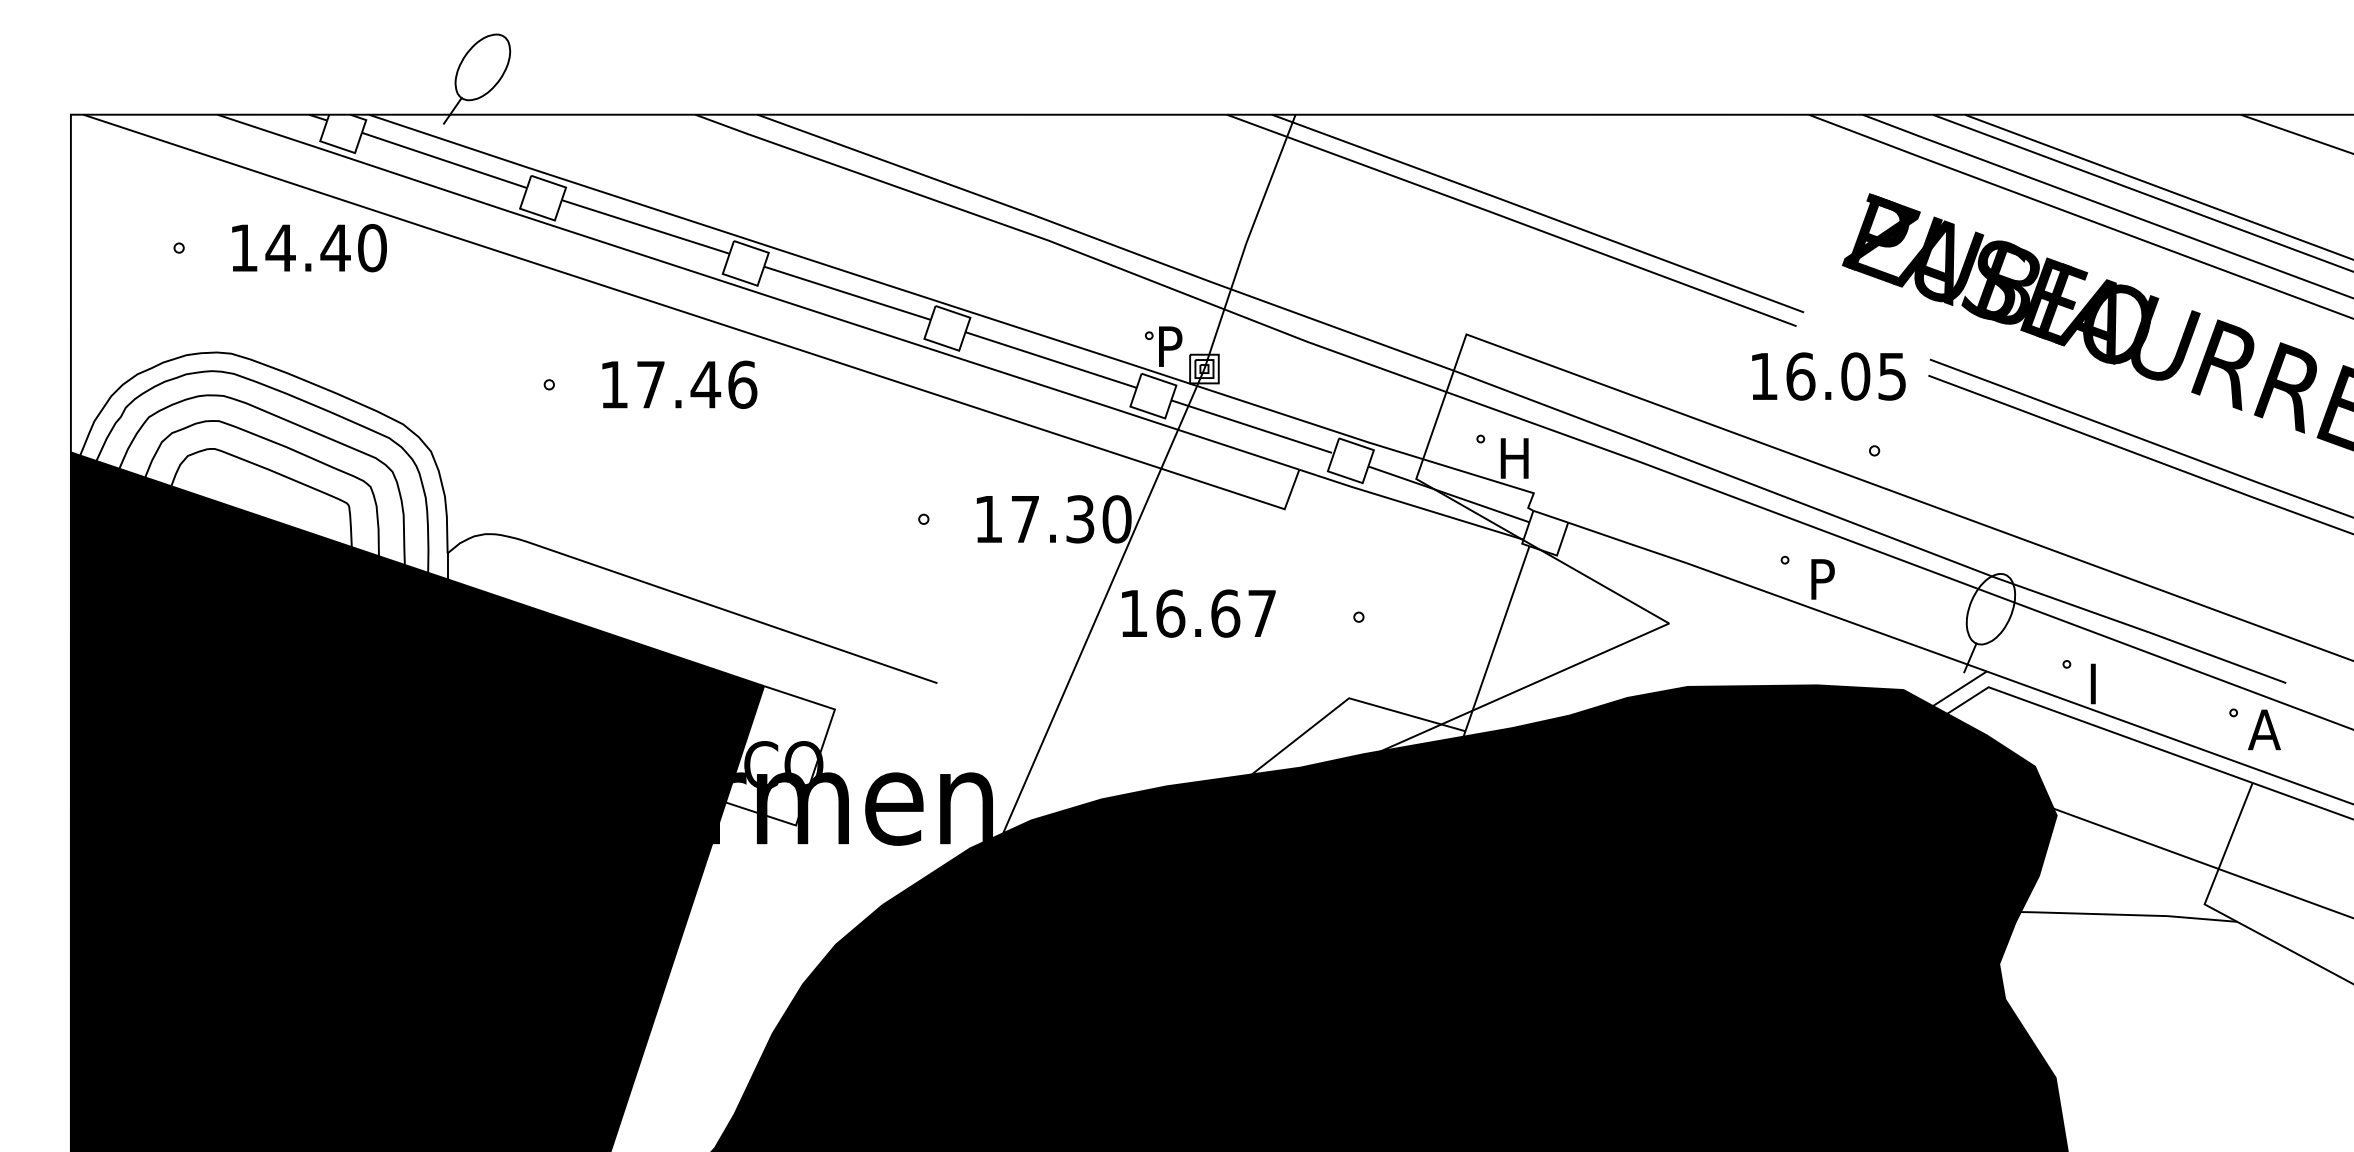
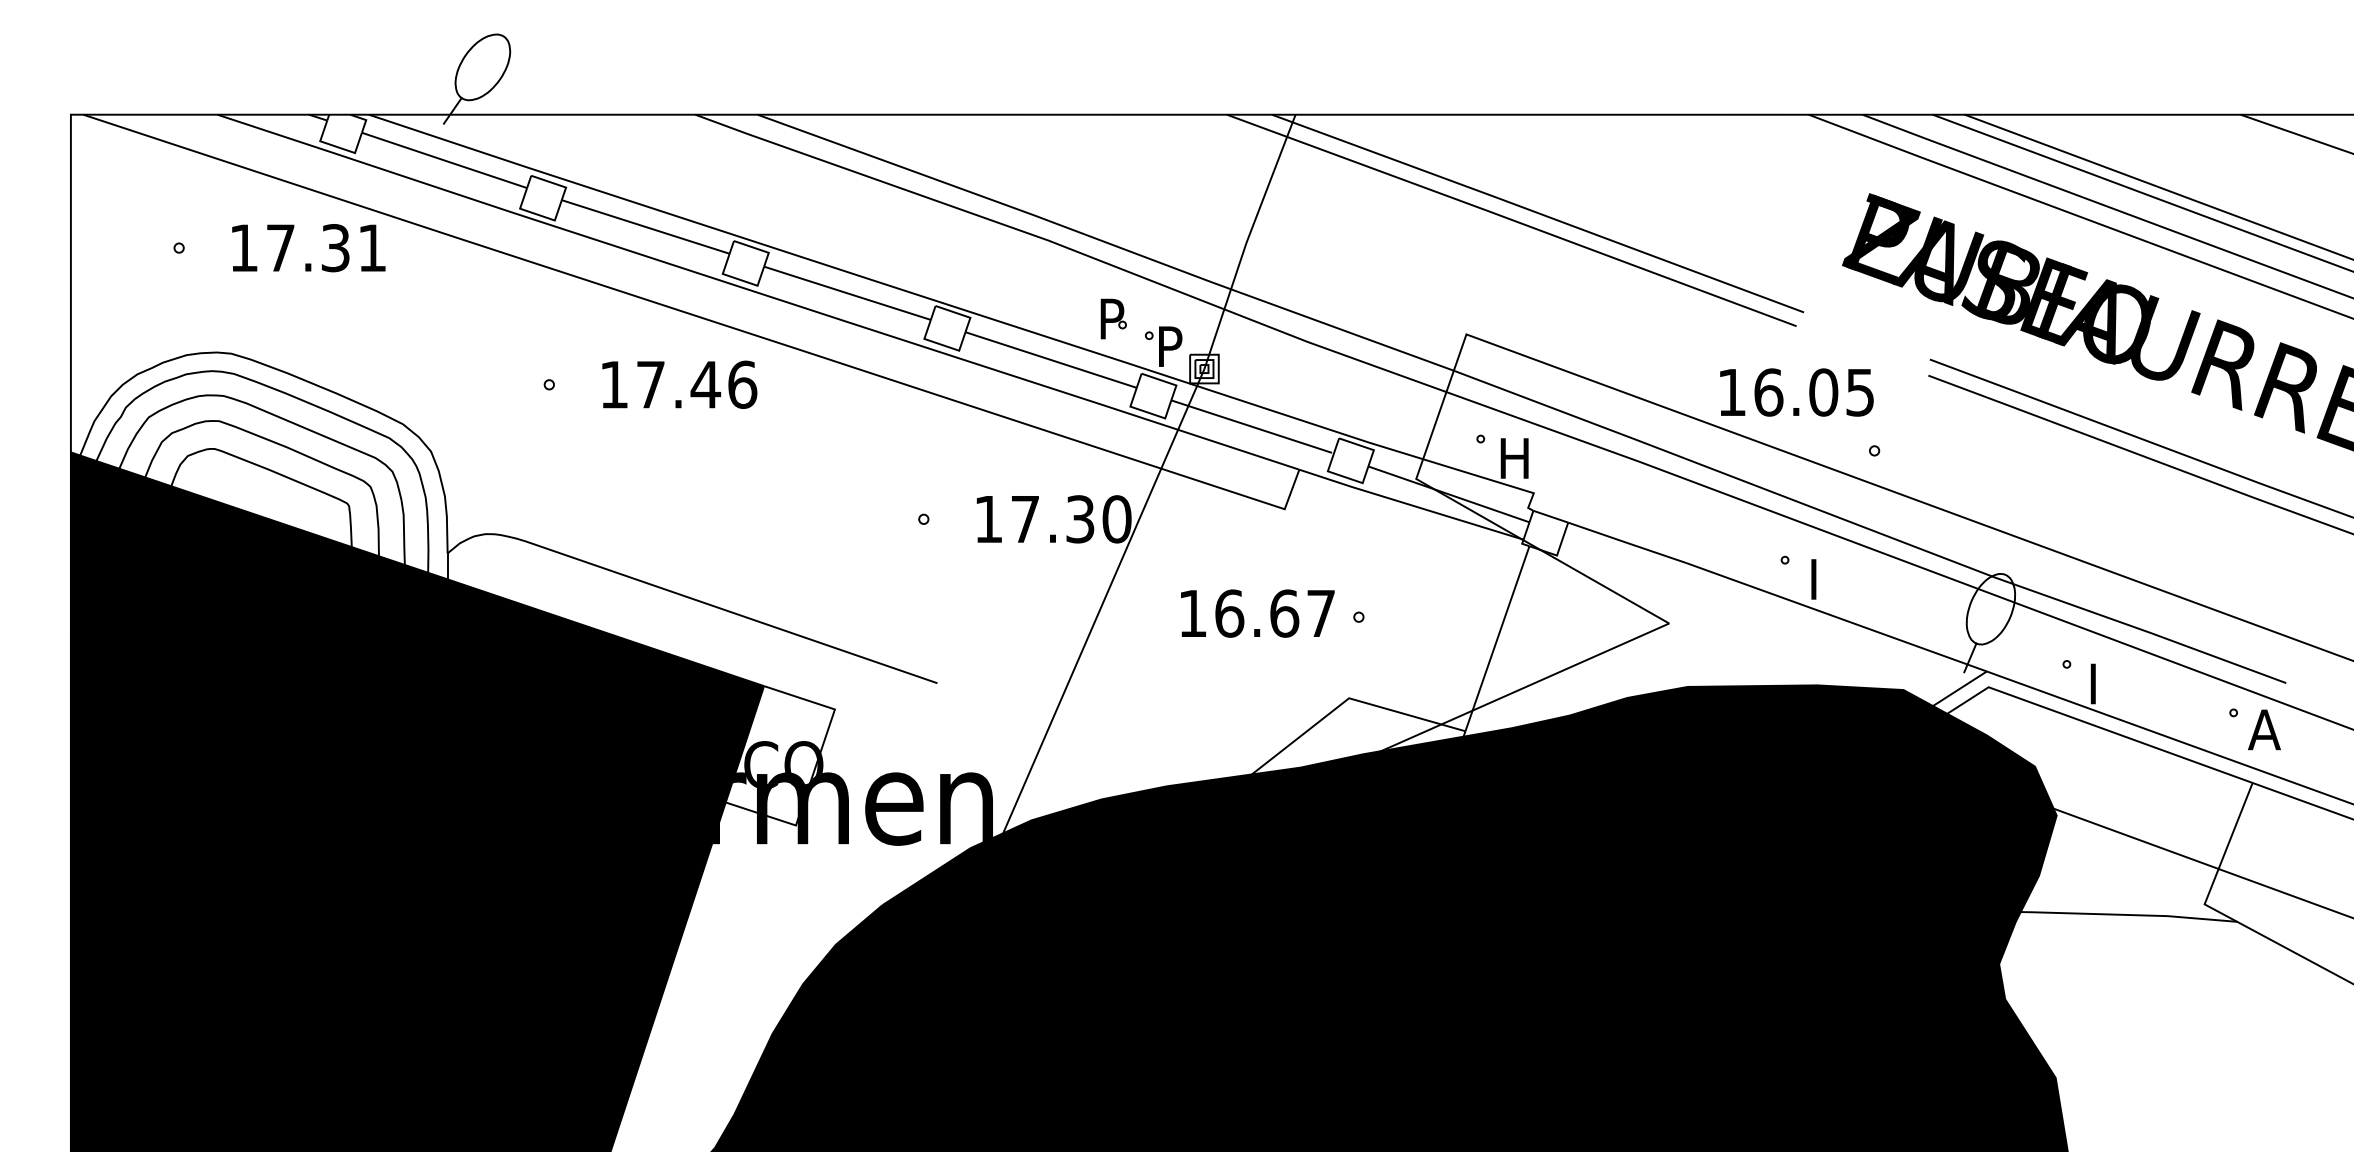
text at (325, 248): 14.40 -> 17.31
part at (1113, 318): none -> present
text at (1828, 376) position: (1828, 376) -> (1796, 392)
text at (1825, 571): P -> I
text at (1198, 613) position: (1198, 613) -> (1257, 613)
